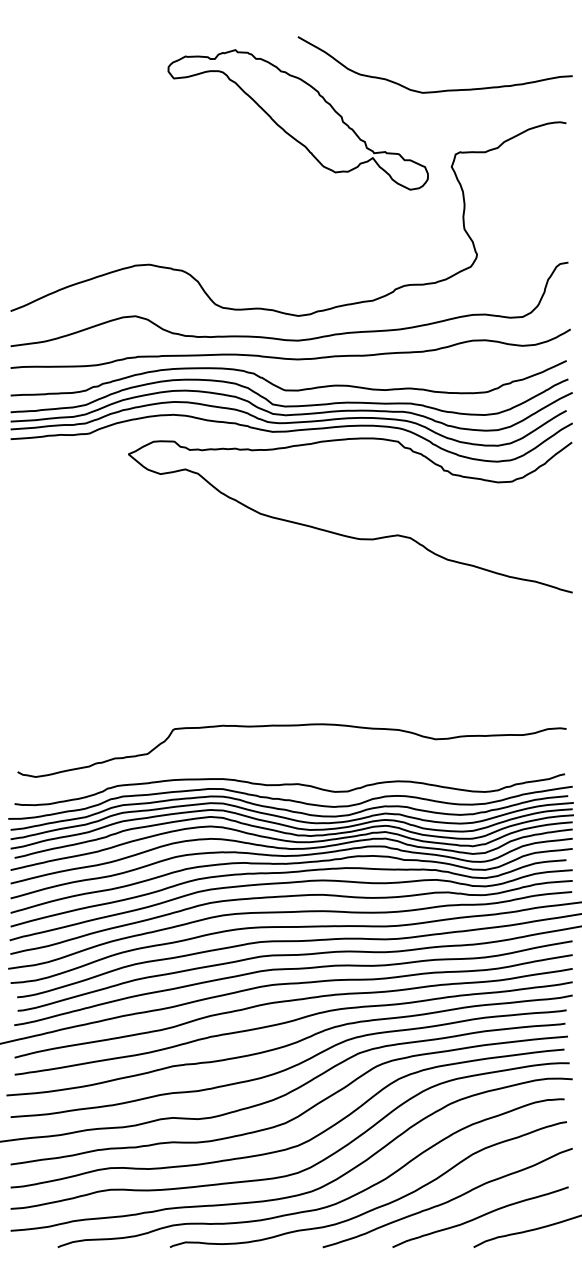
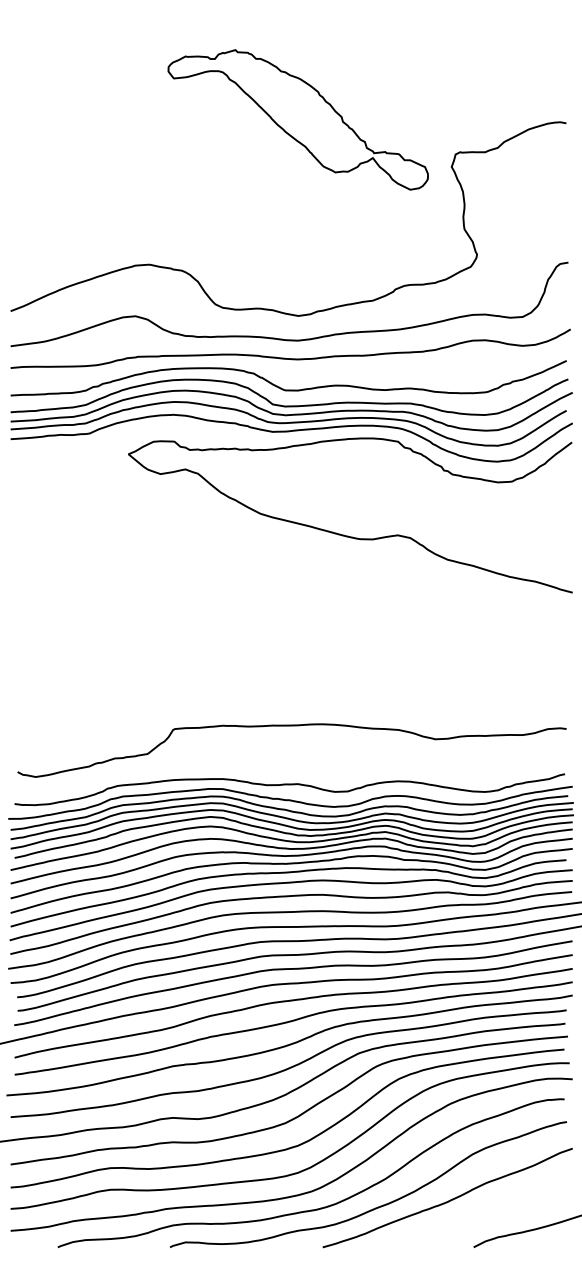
curve at (437, 90): present -> none
curve at (480, 1216): present -> none
